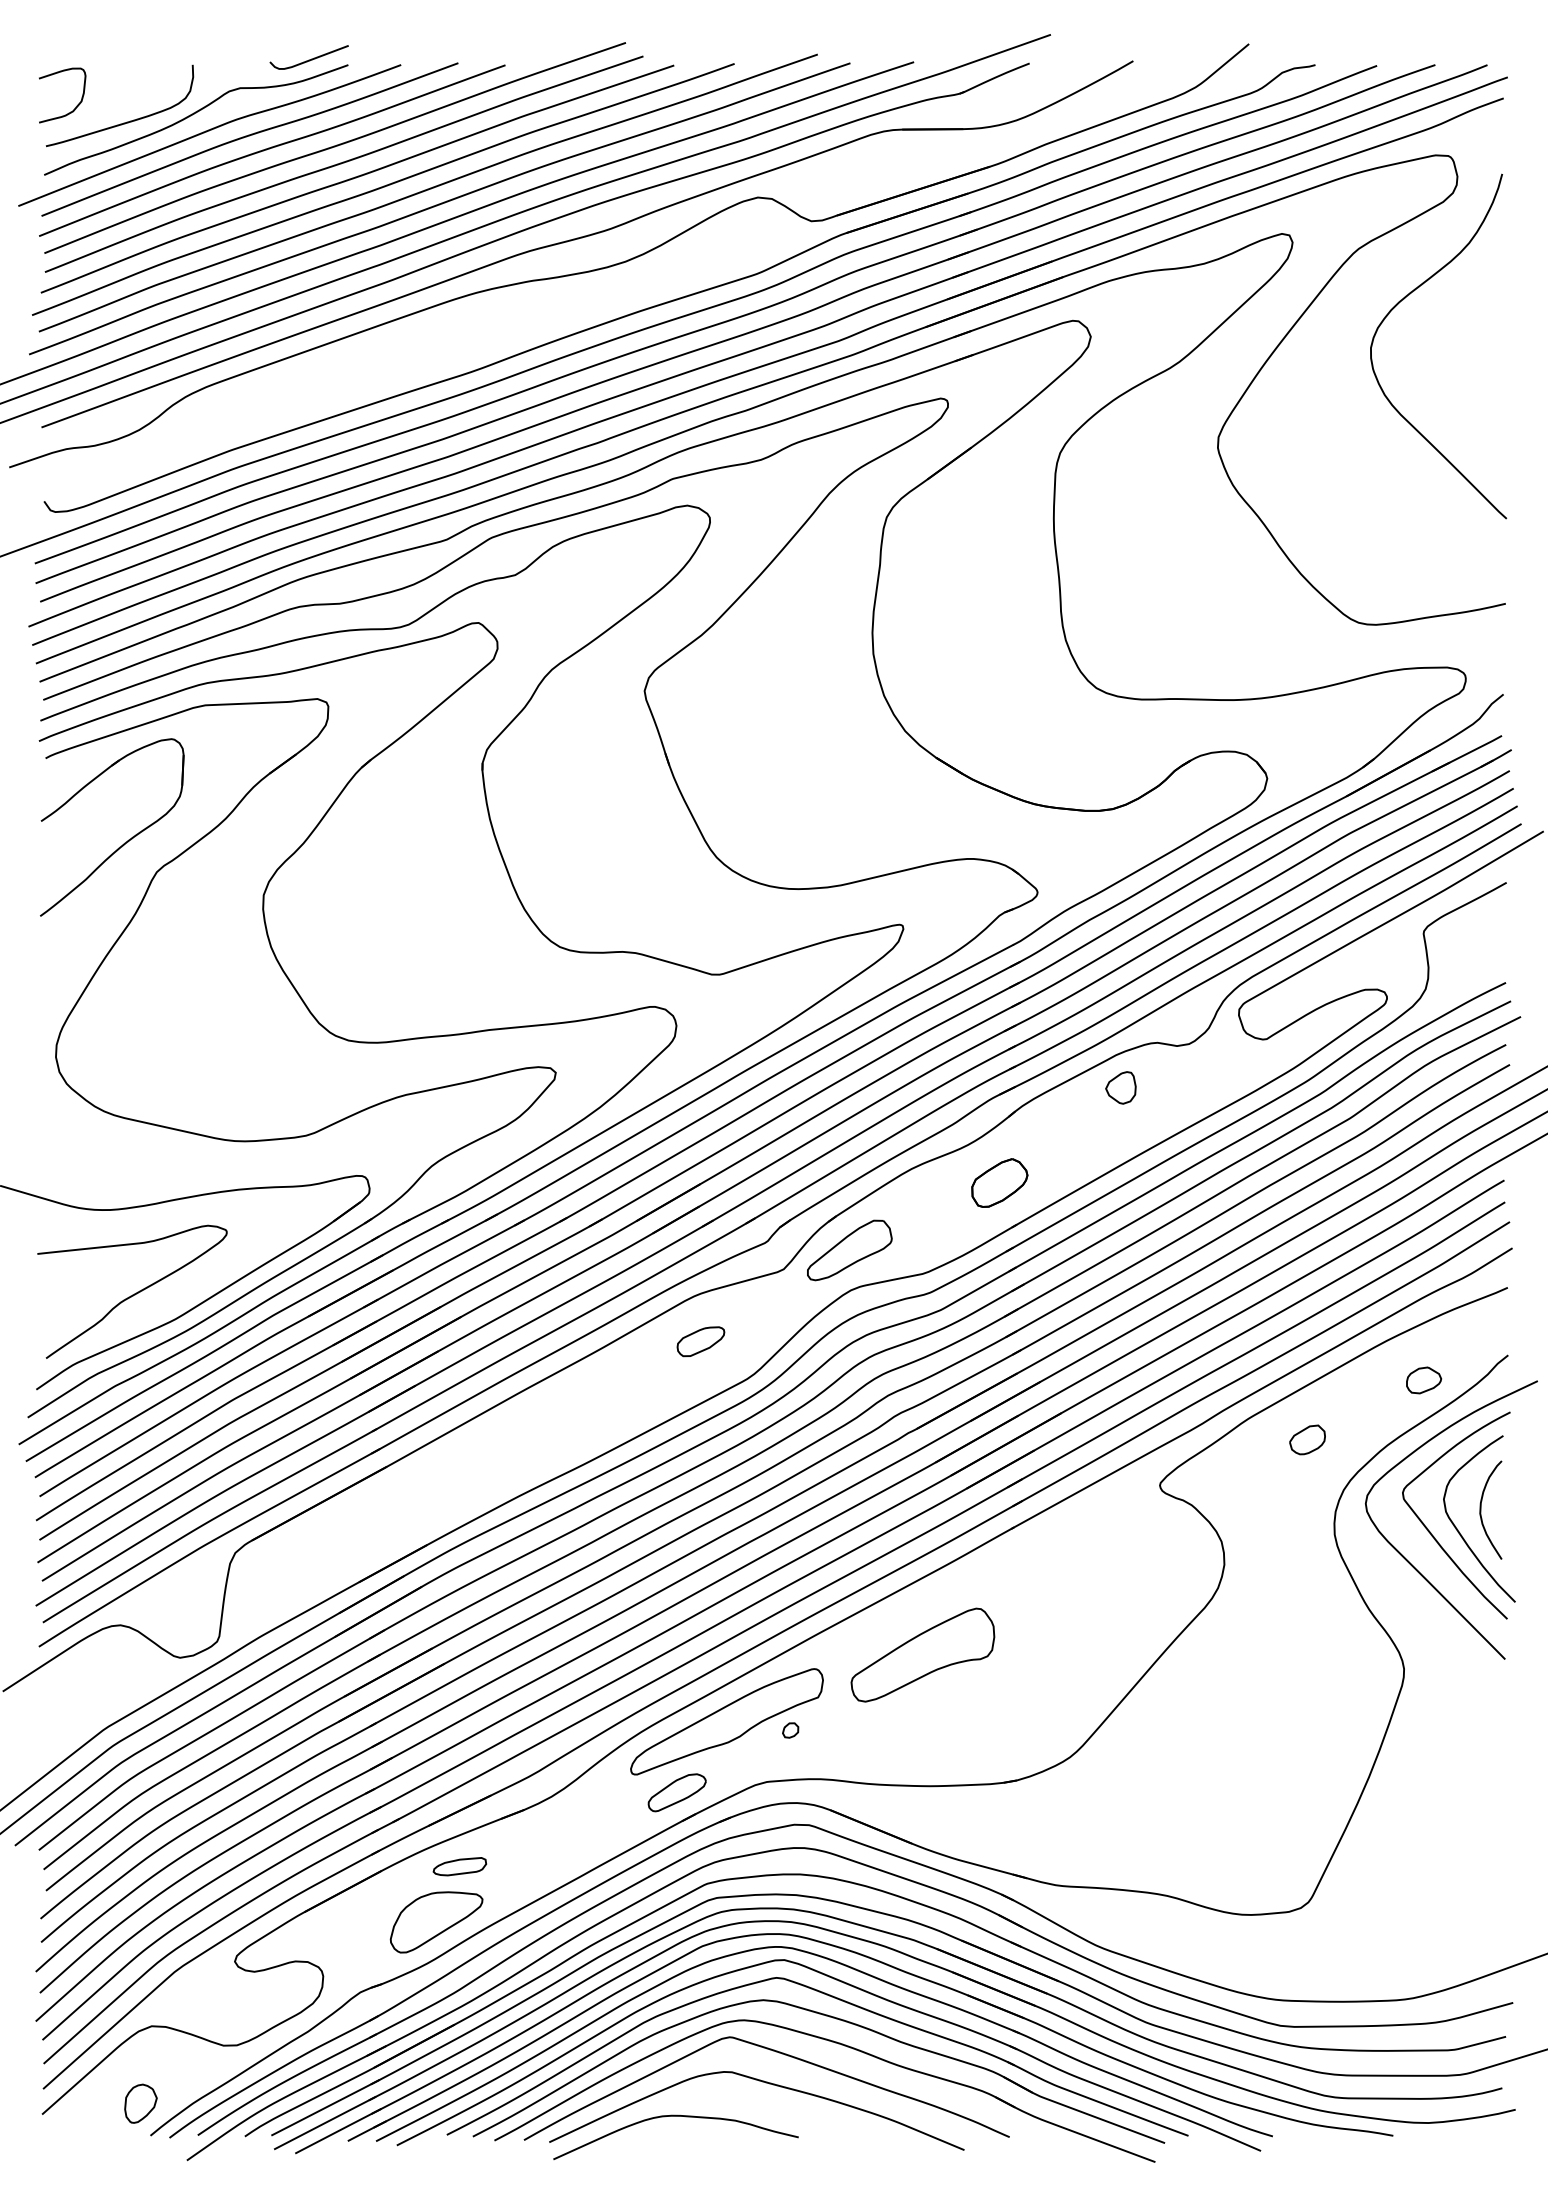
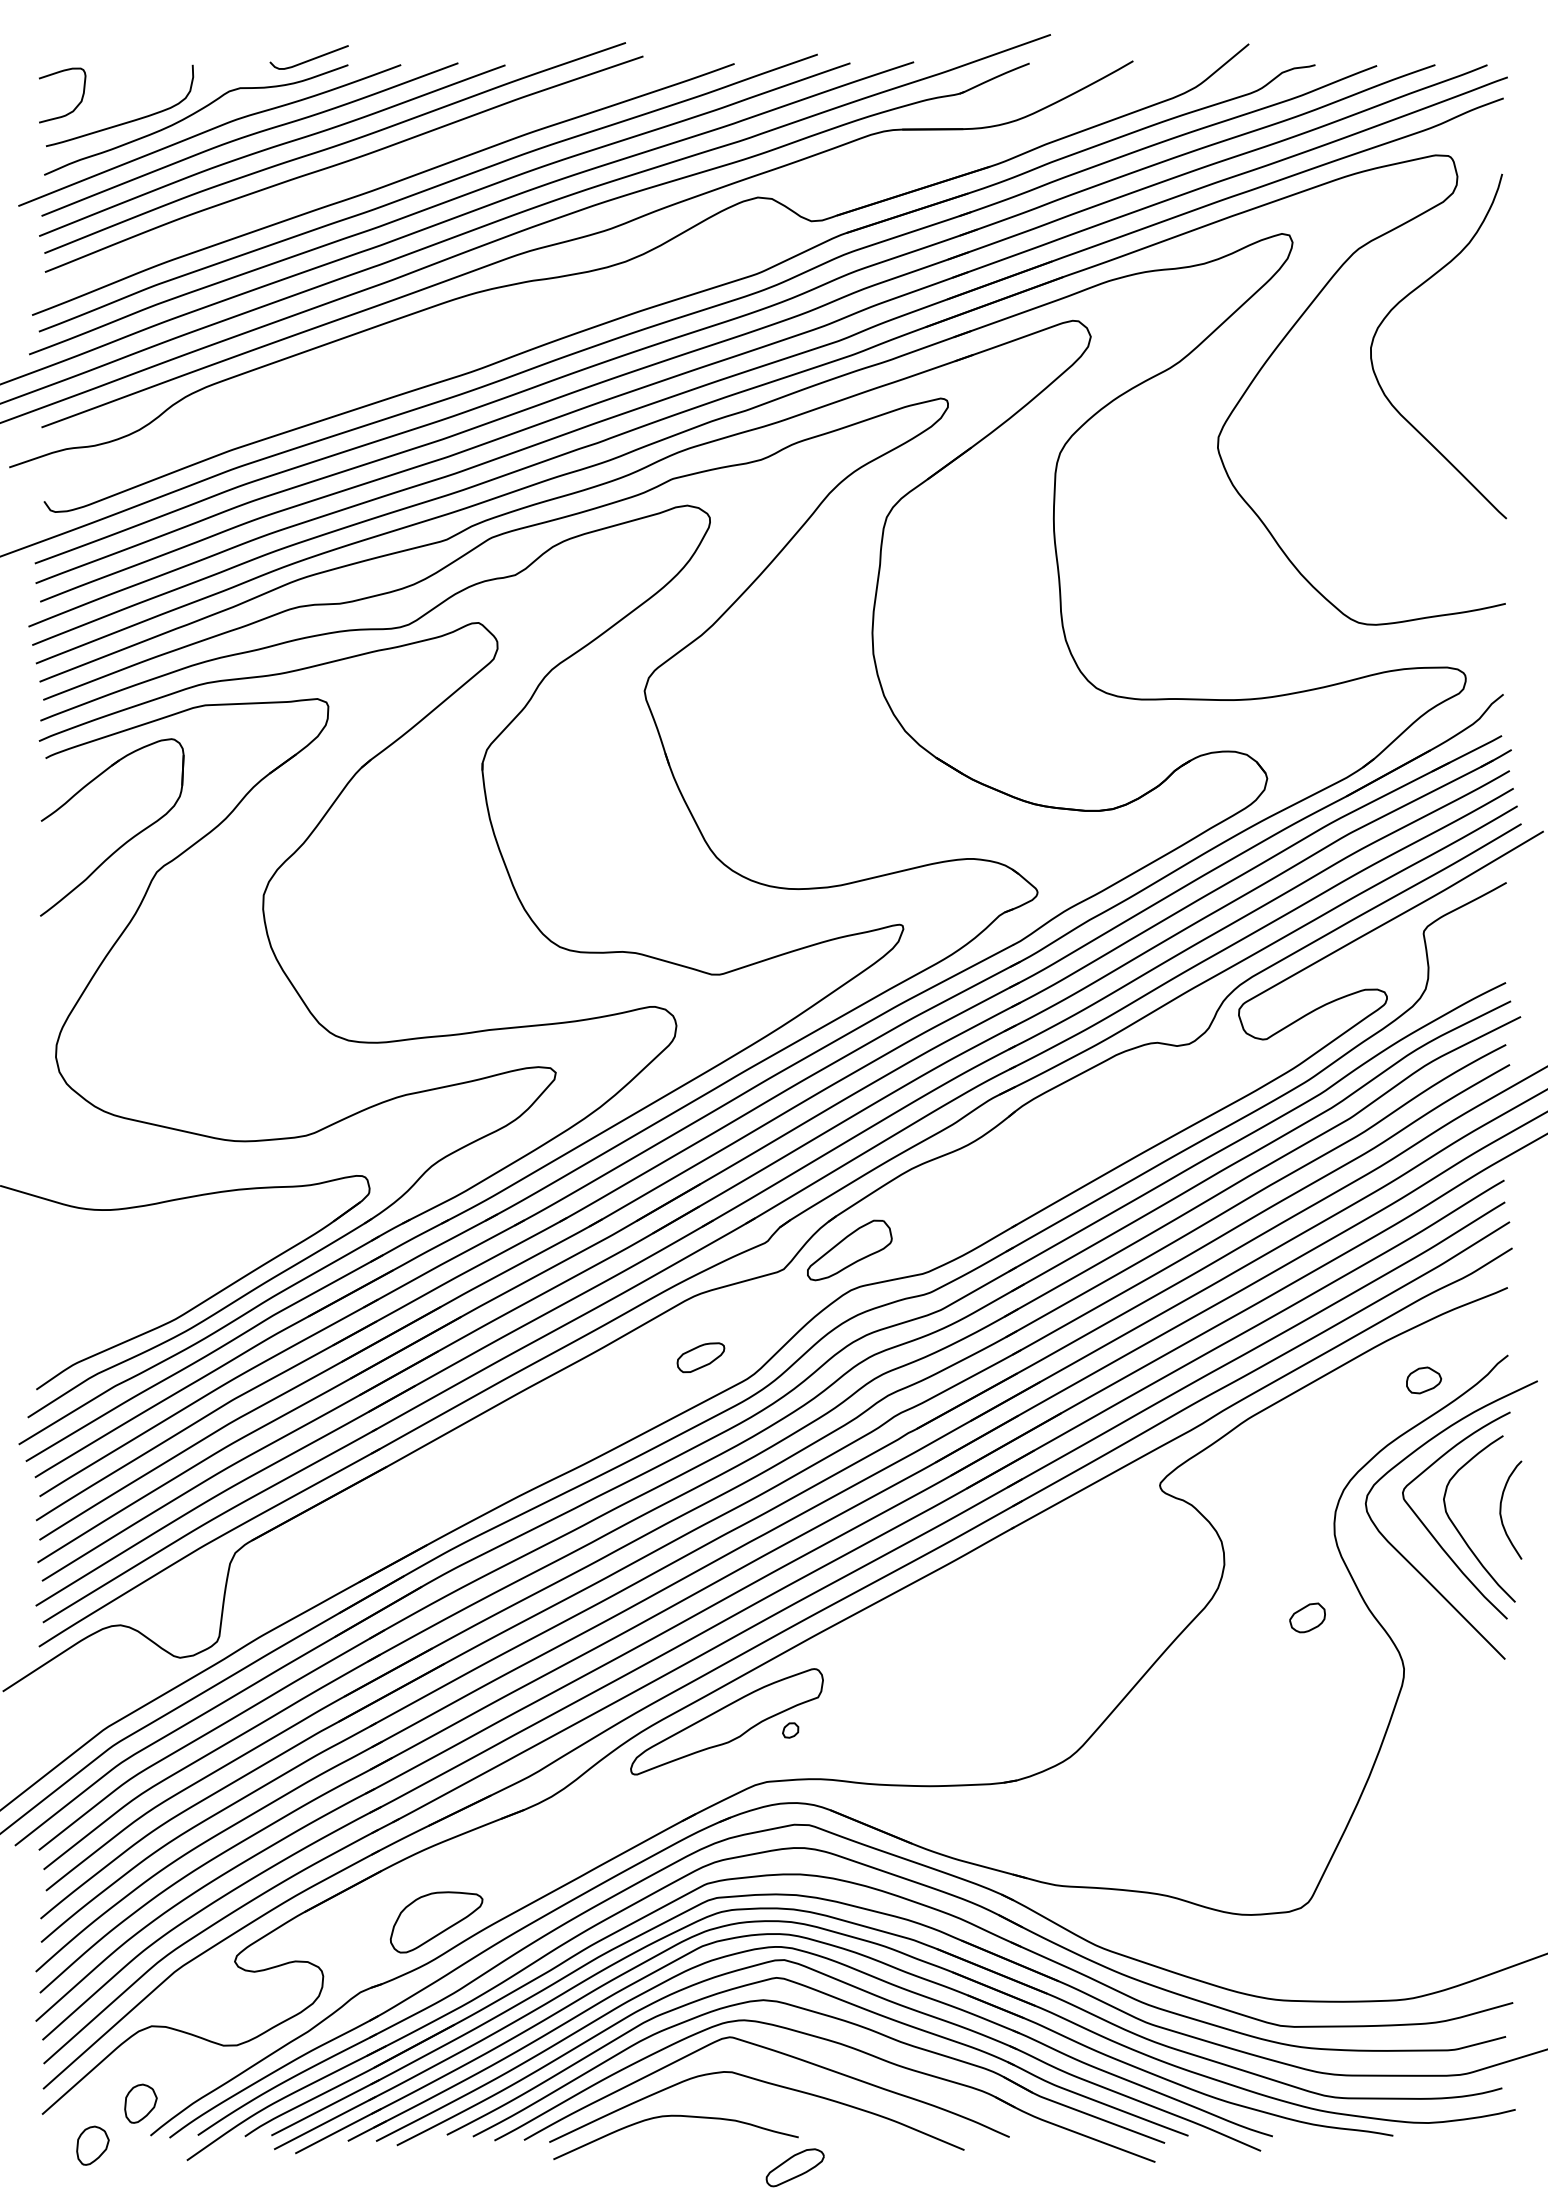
curve at (357, 177): present -> none
part at (1120, 1087): present -> none
part at (999, 1182): present -> none
curve at (134, 1293): present -> none
part at (700, 1341) position: (700, 1341) -> (700, 1357)
part at (1307, 1439) position: (1307, 1439) -> (1307, 1617)
curve at (1481, 1509) position: (1481, 1509) -> (1501, 1509)
part at (922, 1654): present -> none
part at (676, 1792) position: (676, 1792) -> (794, 2167)
part at (459, 1866): present -> none
part at (92, 2145): none -> present
